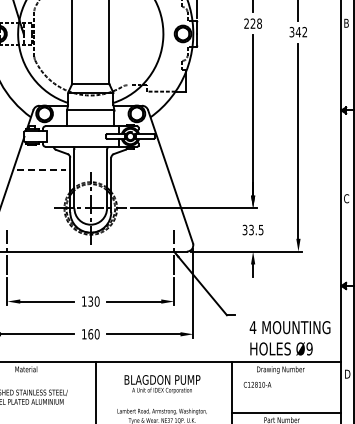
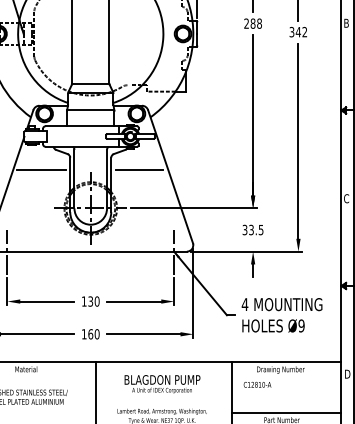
text at (252, 23): 228 -> 288
line at (42, 169): dashed -> solid
line at (139, 169): none -> present
text at (289, 338) position: (289, 338) -> (281, 315)
